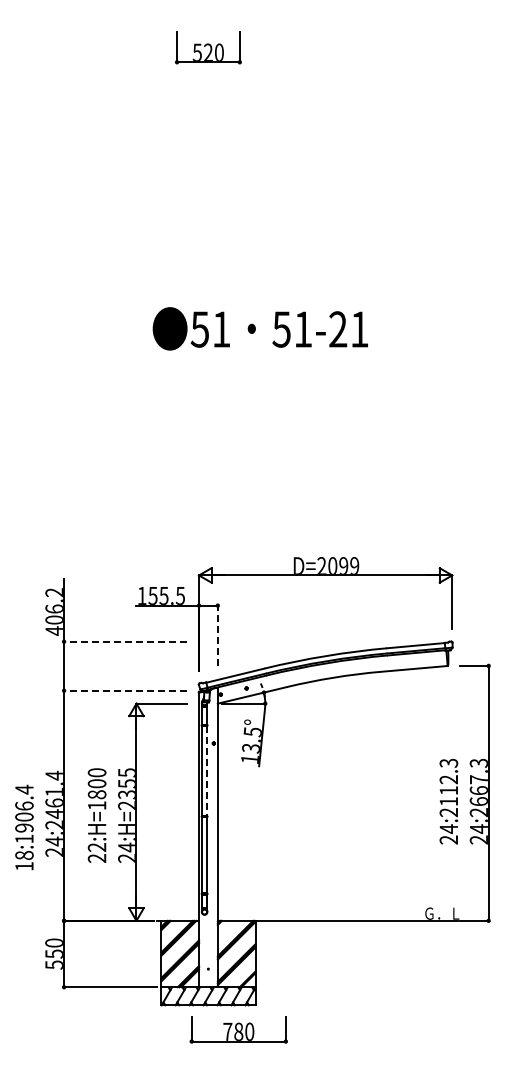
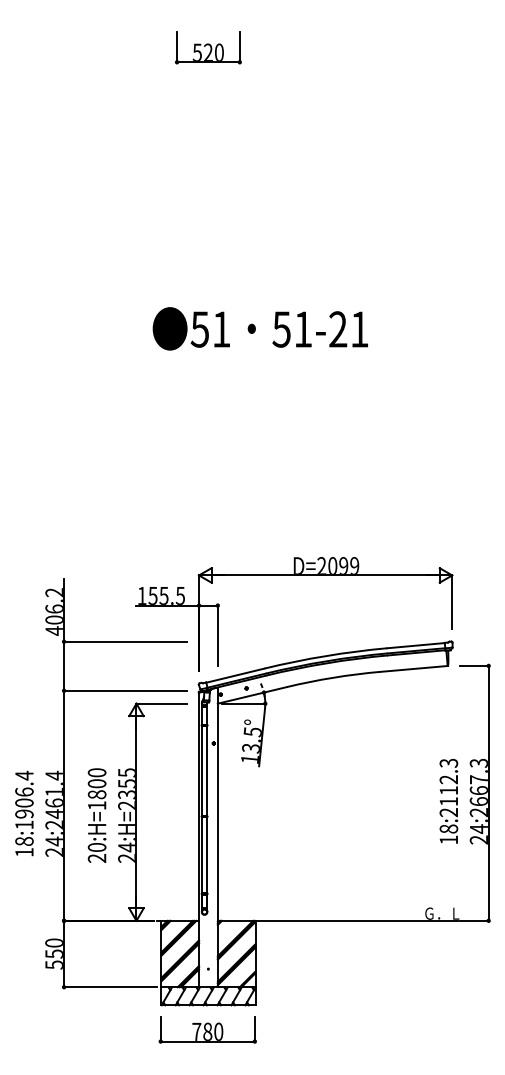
line at (217, 635): dashed -> solid
line at (125, 641): dashed -> solid
line at (125, 690): dashed -> solid
line at (207, 771): dashed -> solid
text at (24, 827) position: (24, 827) -> (24, 813)
text at (448, 834): 24:2112.3 -> 18:2112.3
text at (97, 847): 22:H=1800 -> 20:H=1800
part at (238, 1029) position: (238, 1029) -> (207, 1029)
